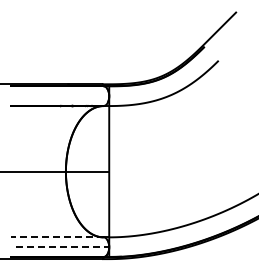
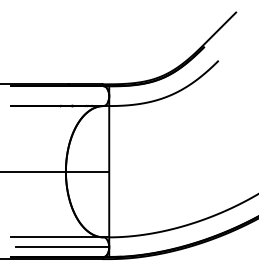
line at (56, 237): dashed -> solid
line at (63, 247): dashed -> solid
